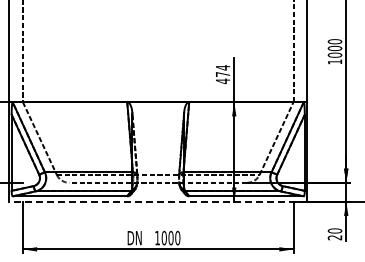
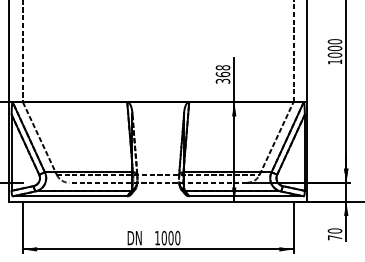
text at (222, 74): 474 -> 368
line at (158, 201): dashed -> solid
text at (334, 237): 20 -> 70
